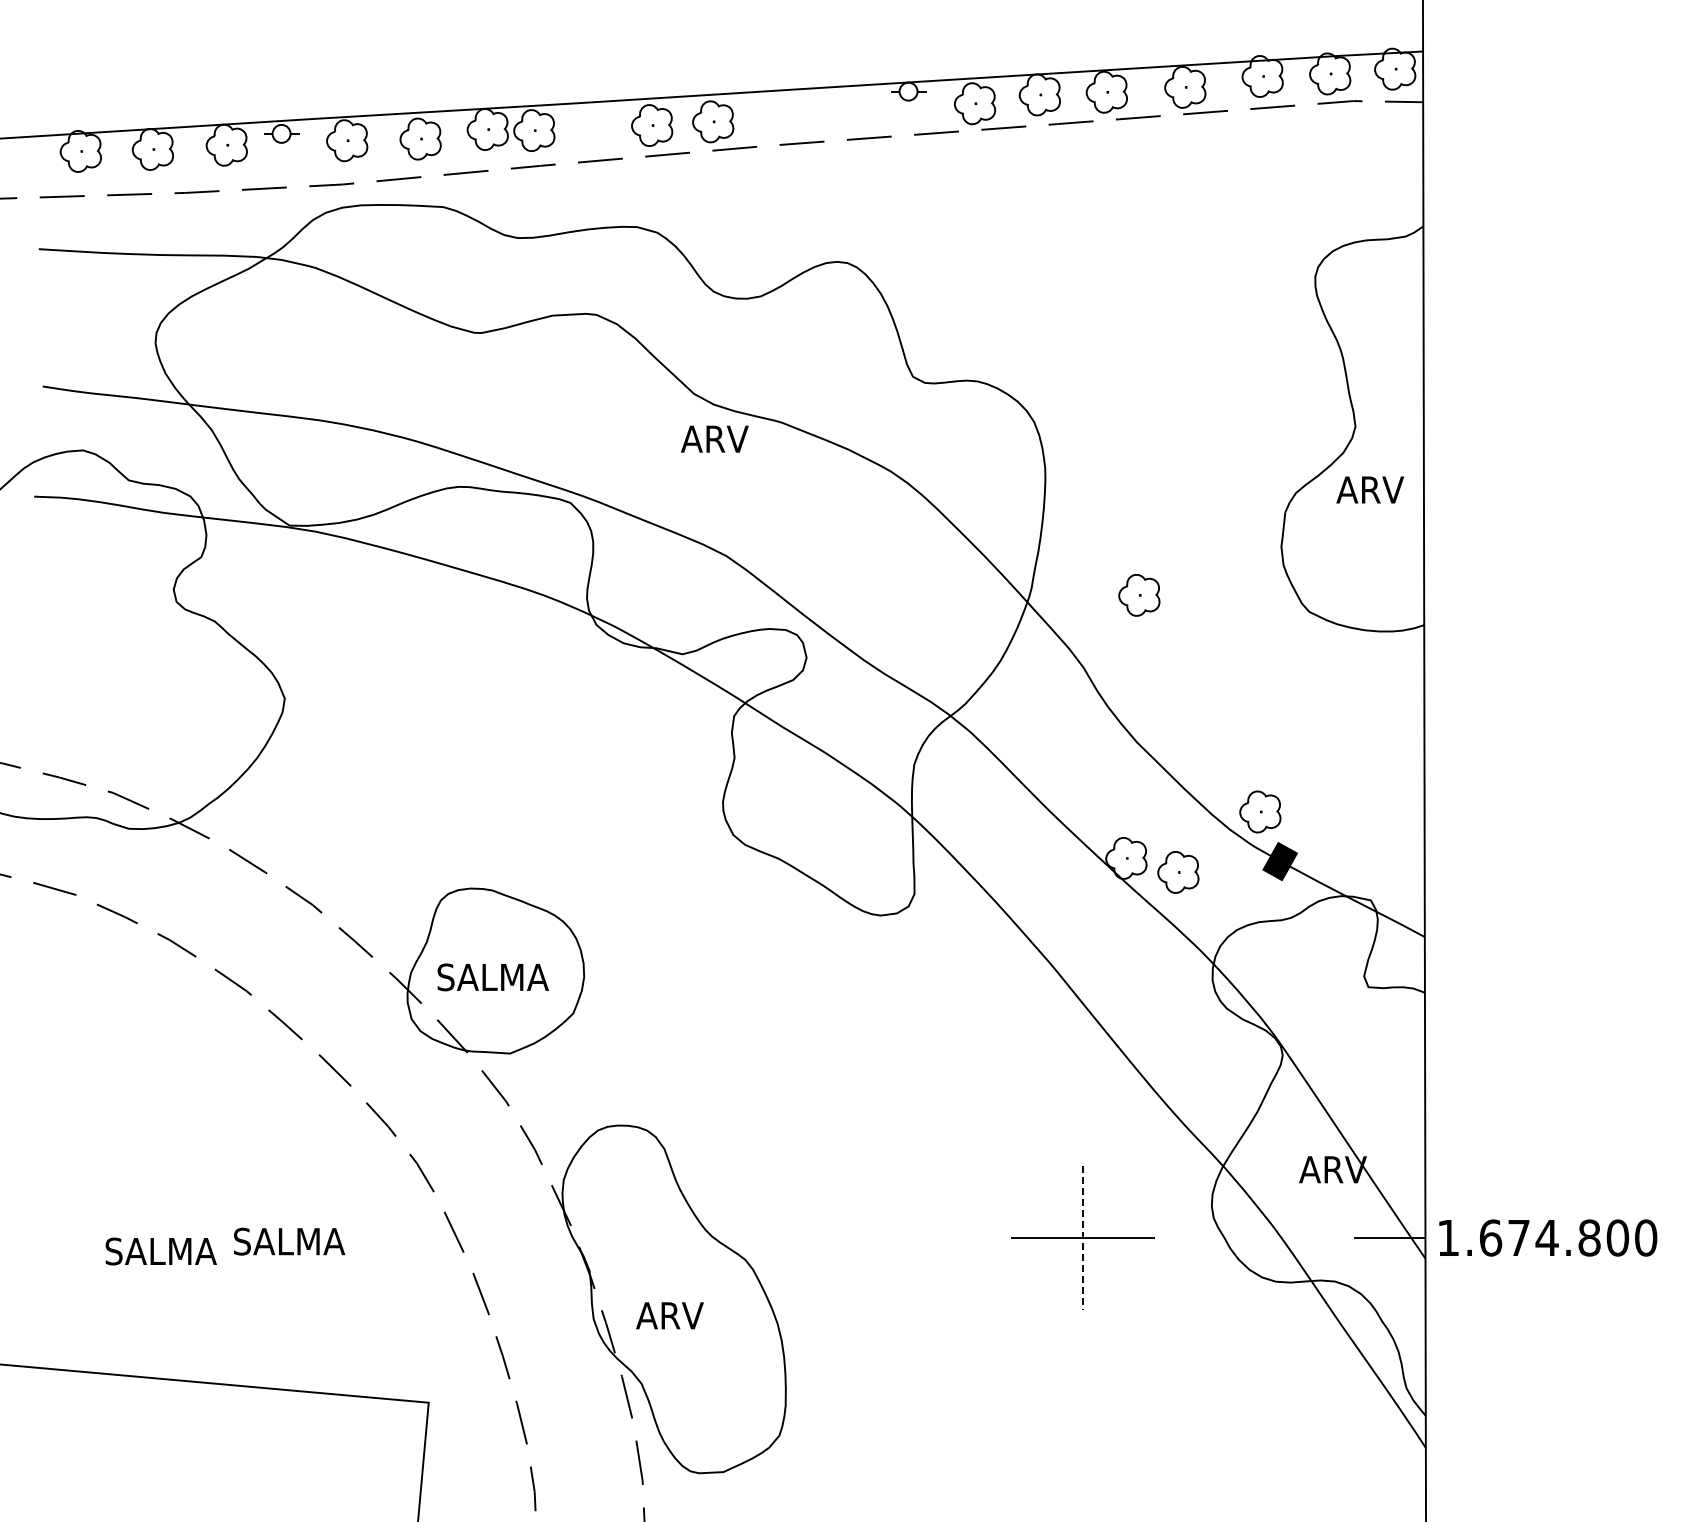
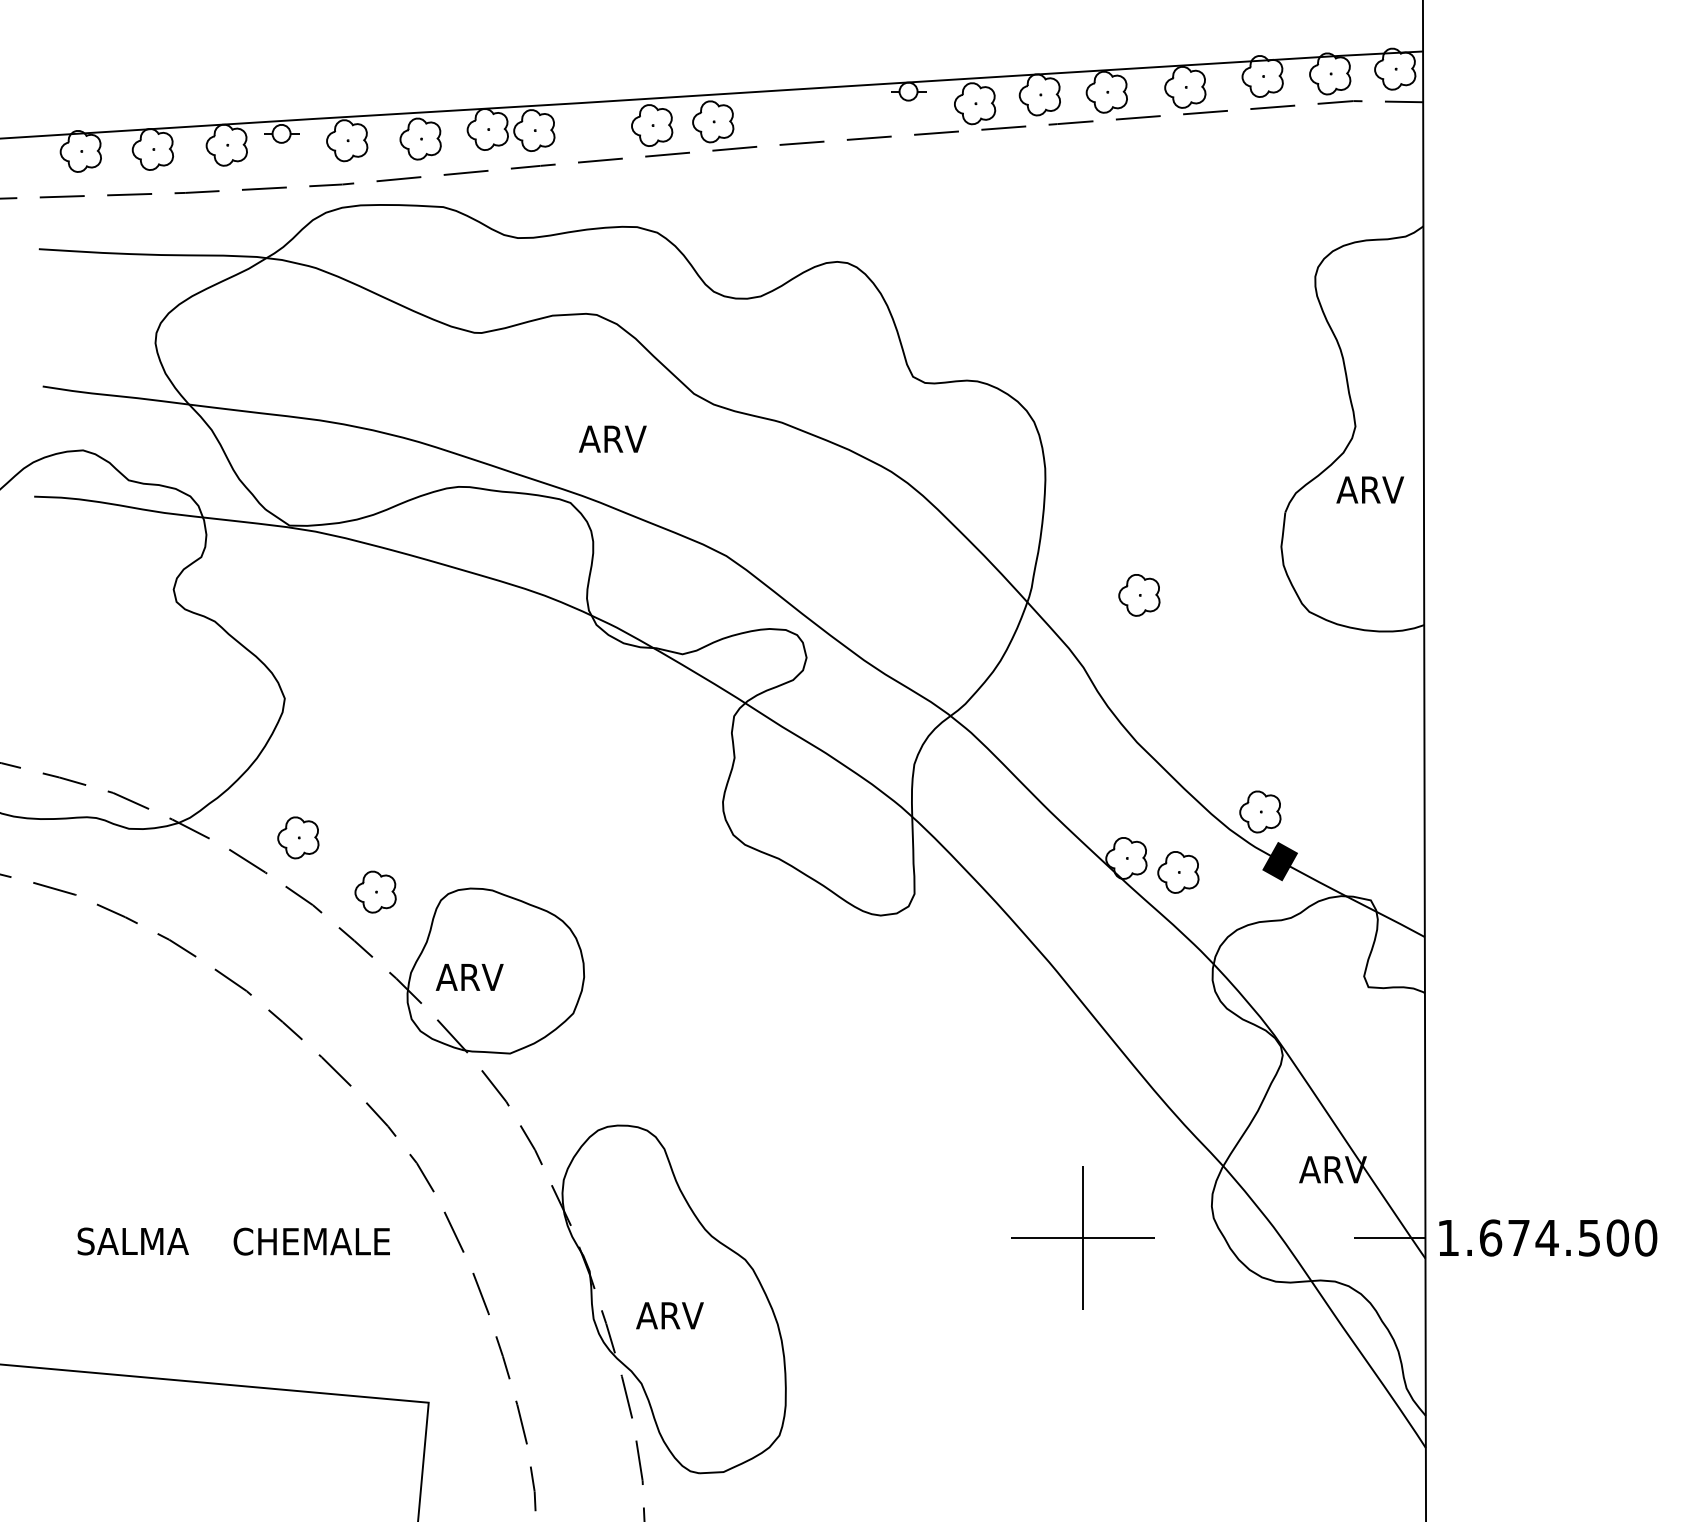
text at (714, 438) position: (714, 438) -> (612, 438)
part at (298, 837): none -> present
part at (375, 891): none -> present
text at (491, 977): SALMA -> ARV
text at (1589, 1237): 1.674.800 -> 1.674.500
line at (1082, 1238): dashed -> solid
text at (311, 1241): SALMA -> CHEMALE
text at (160, 1251) position: (160, 1251) -> (132, 1241)
